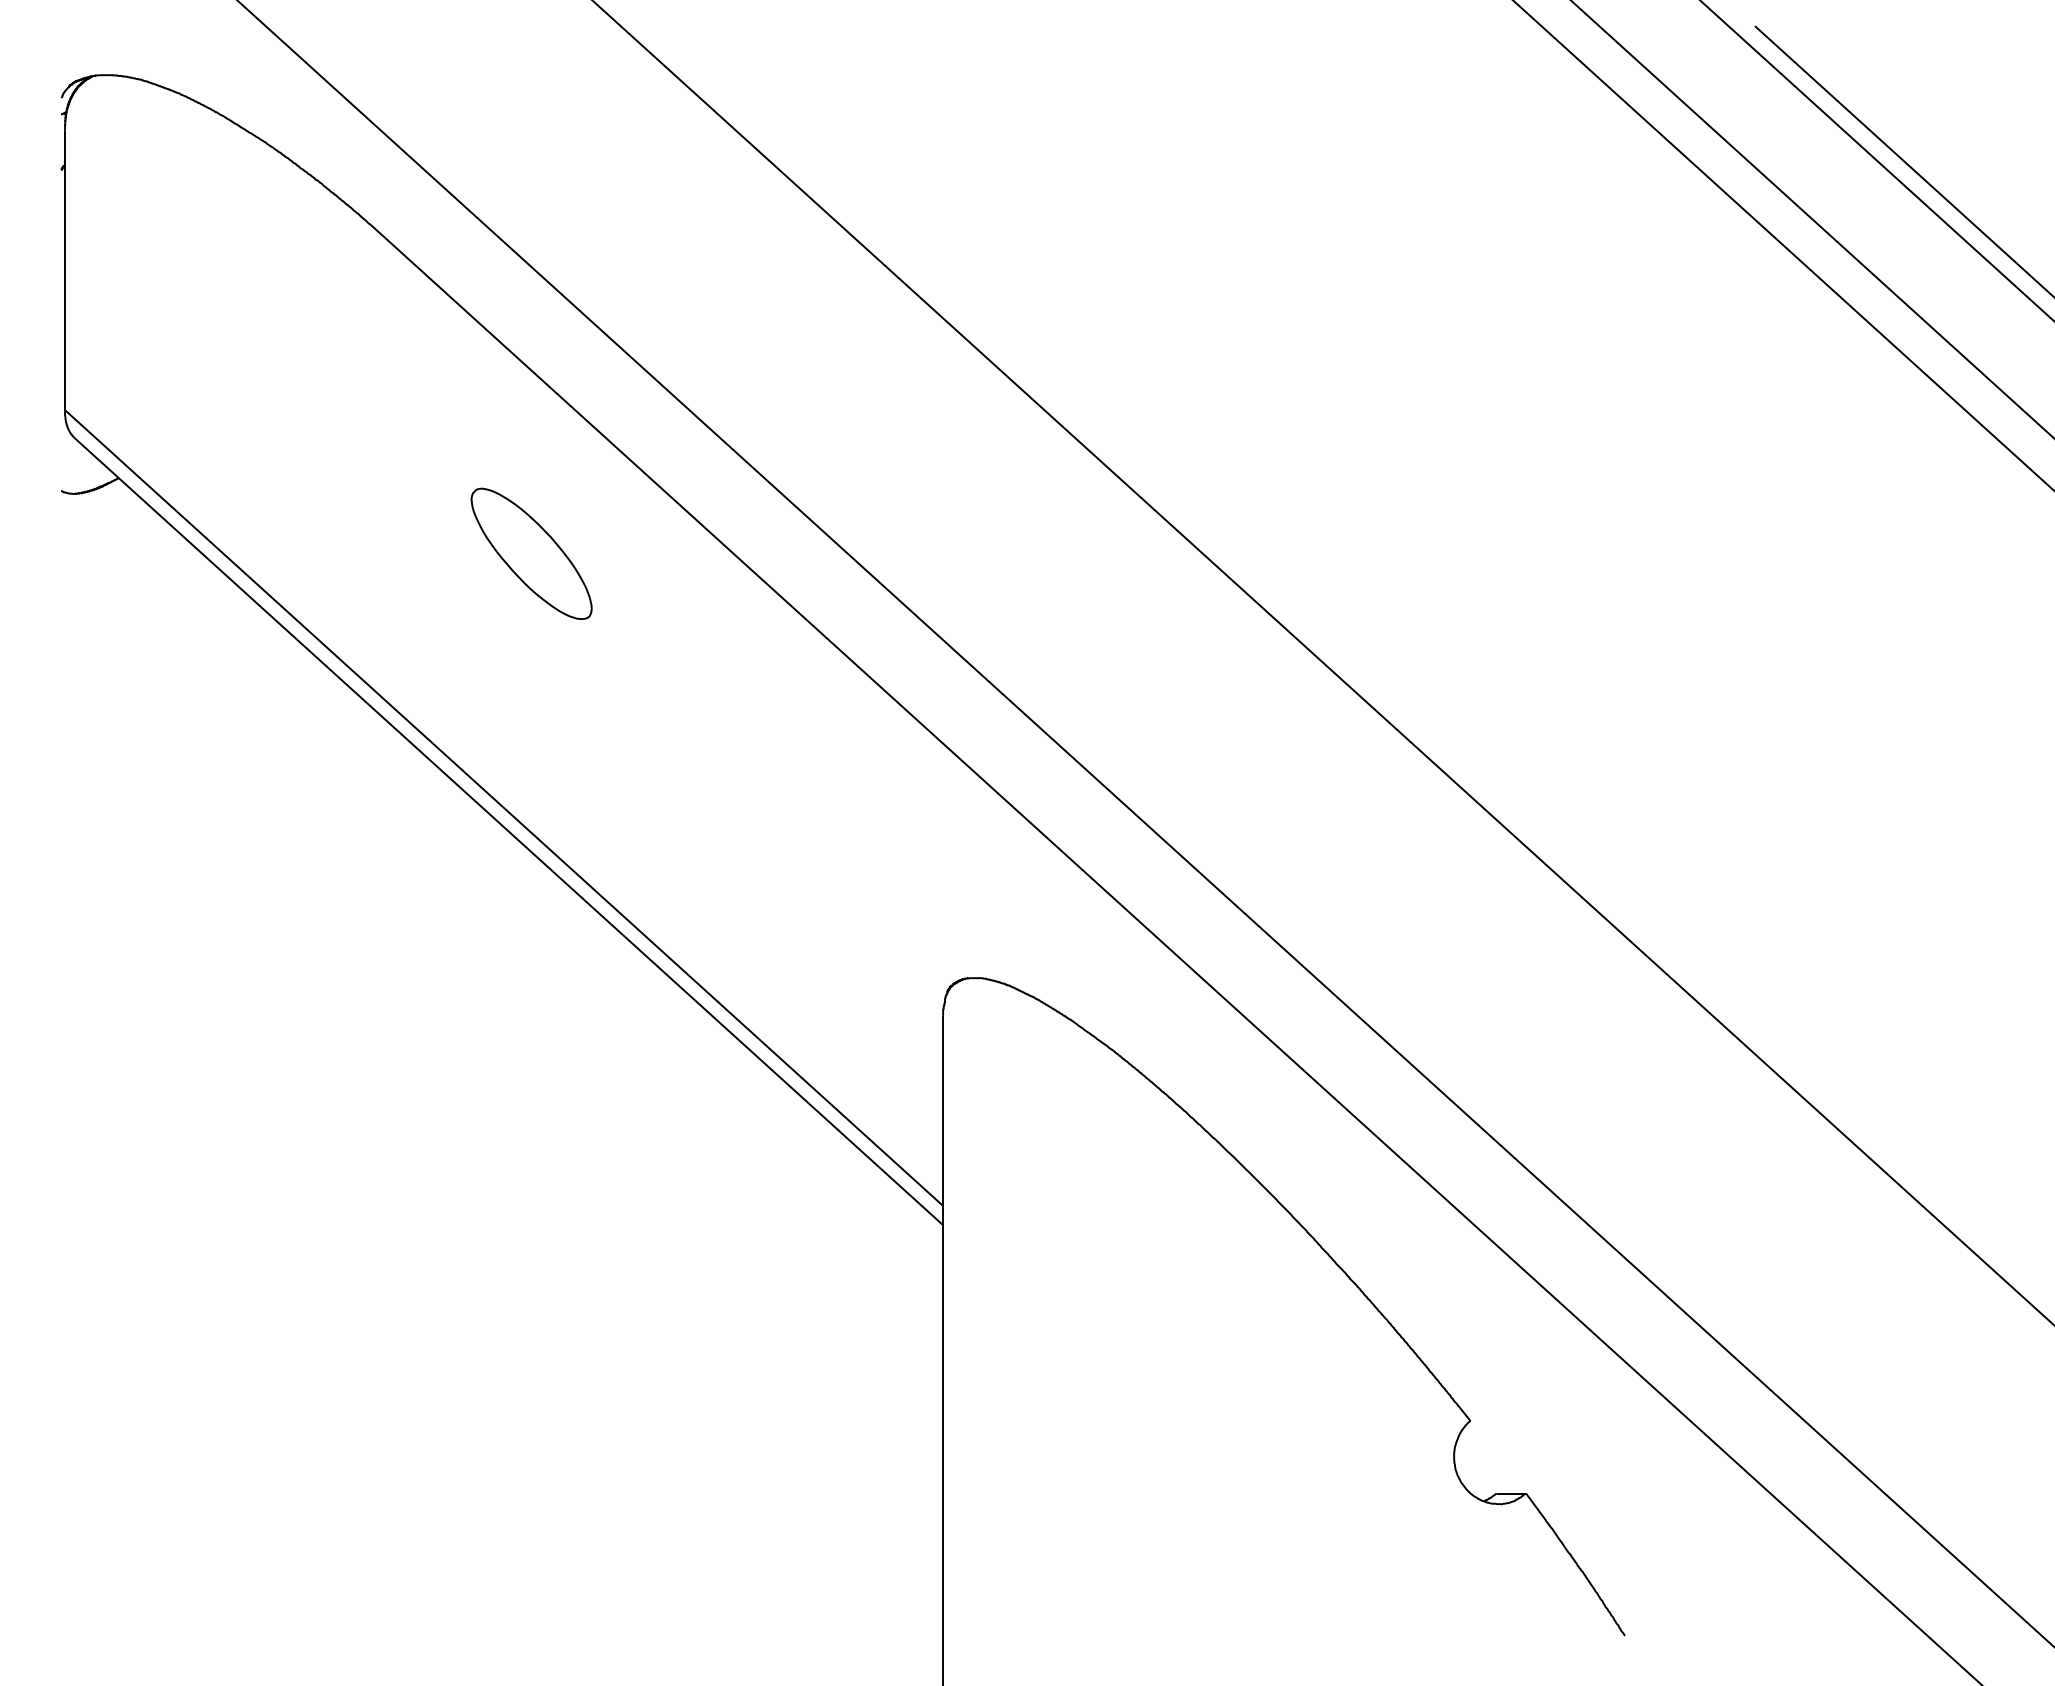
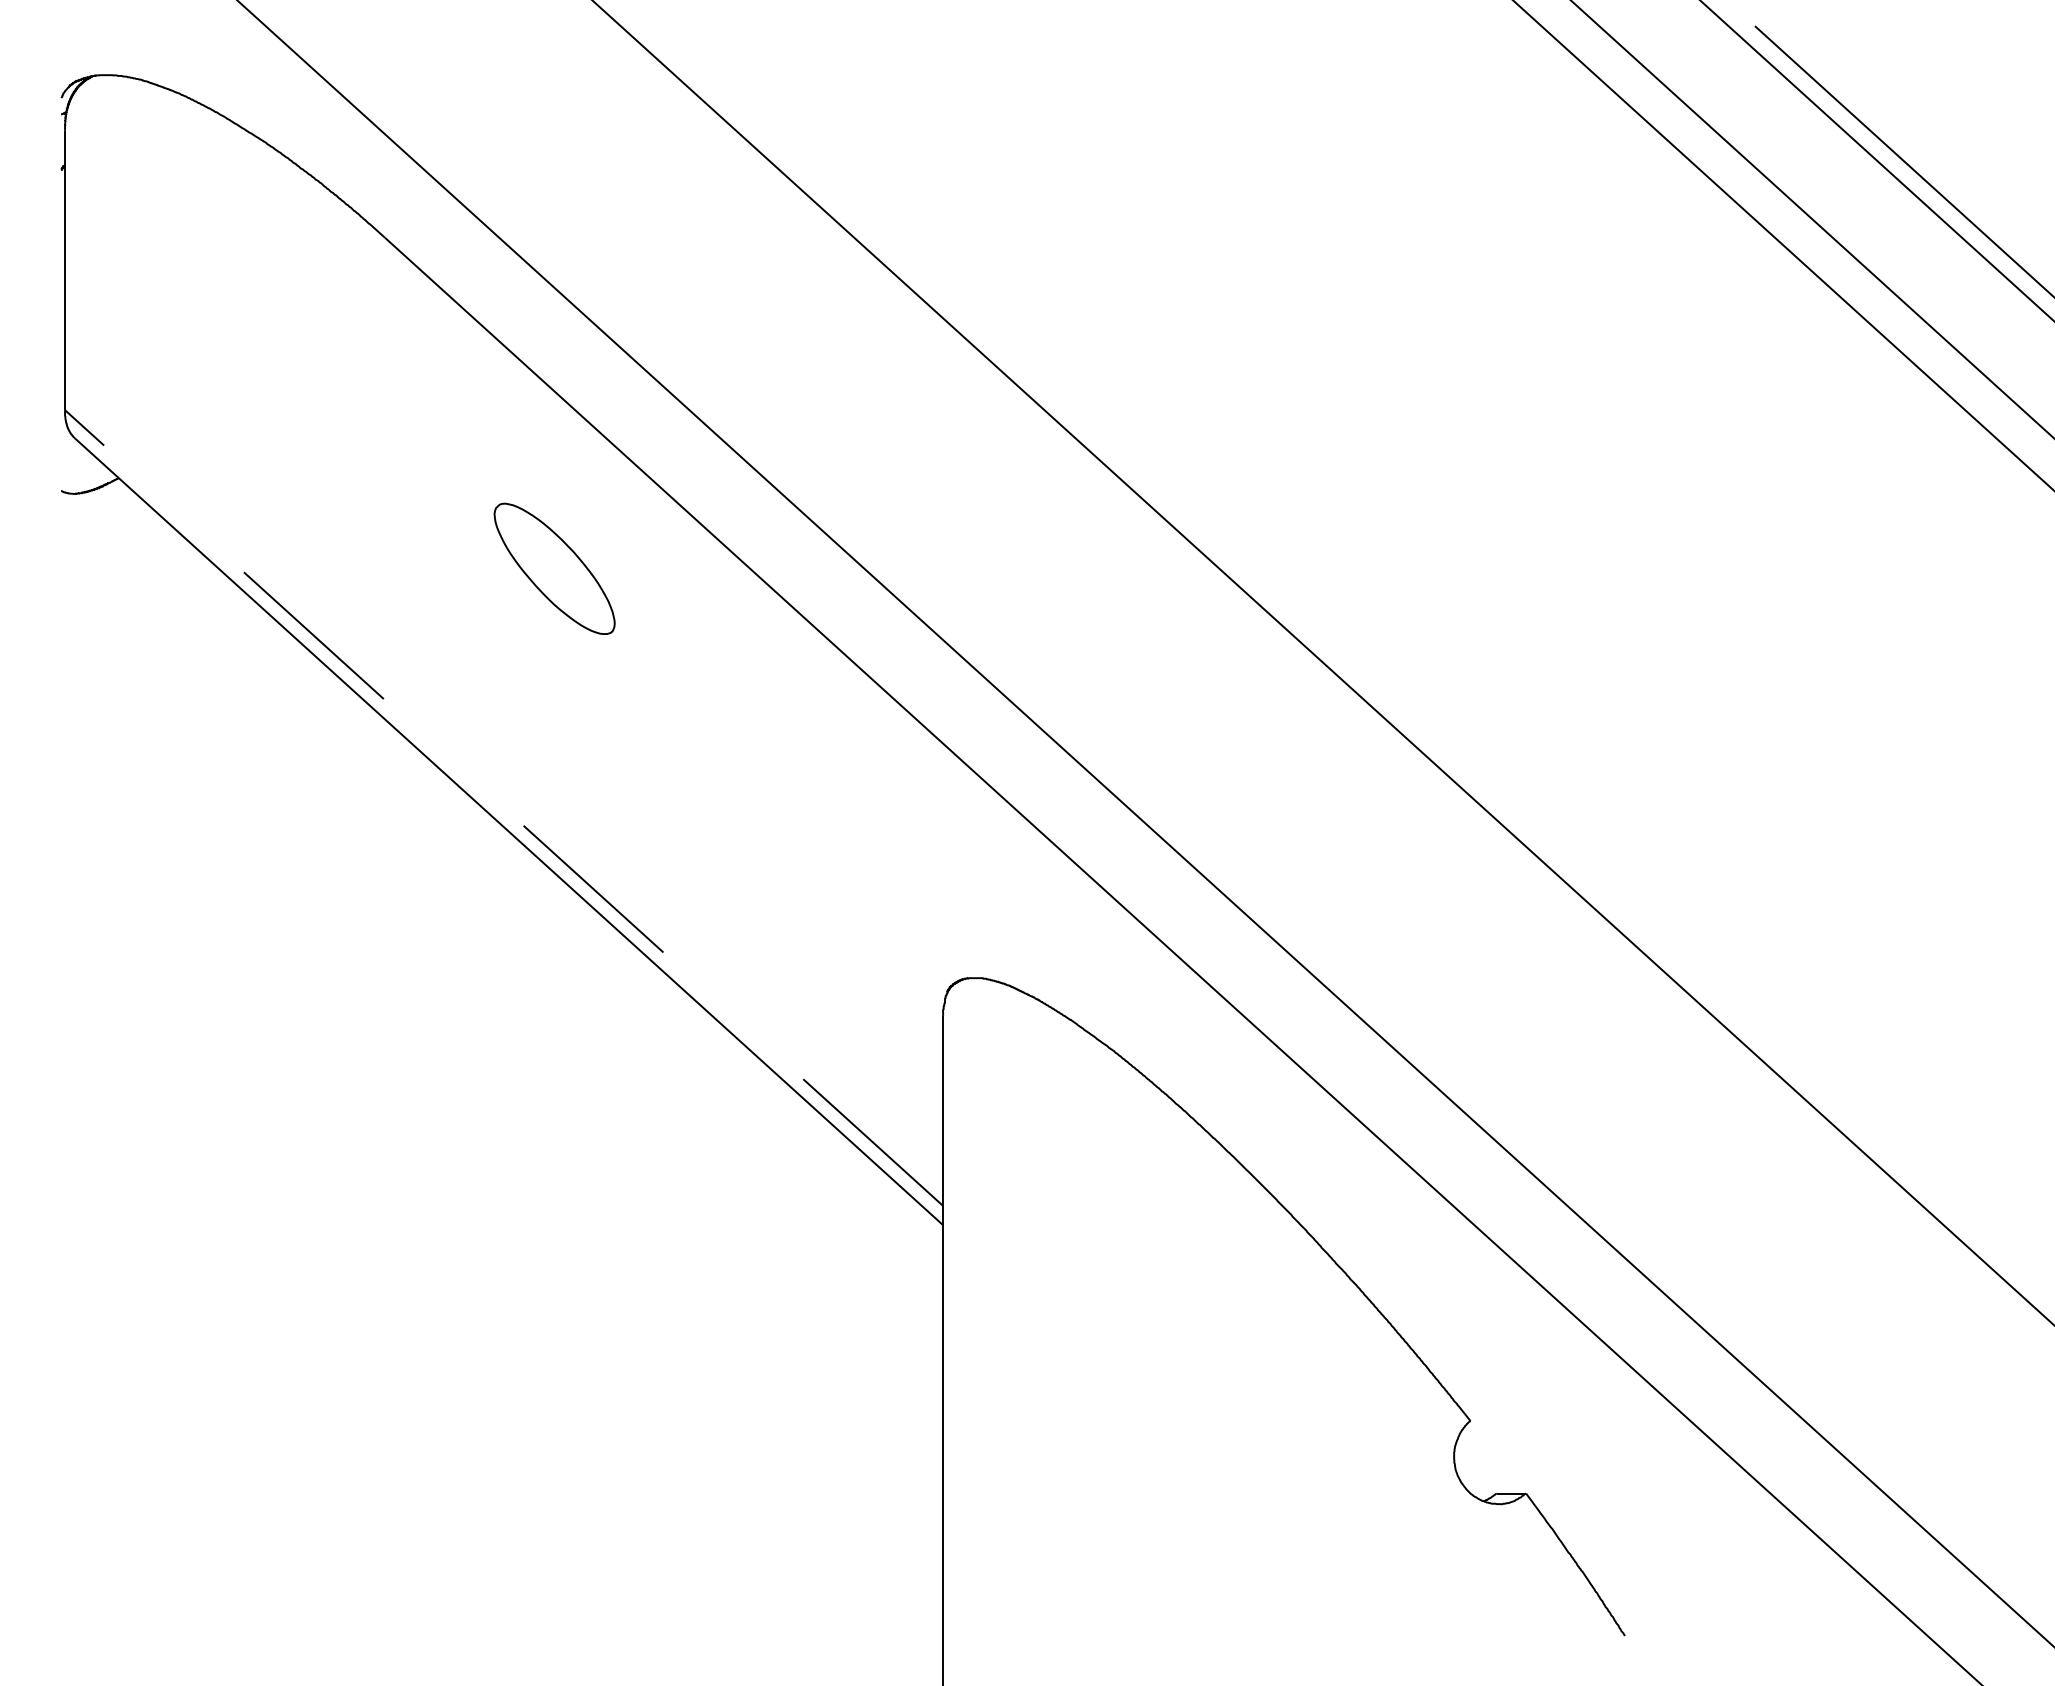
part at (531, 553) position: (531, 553) -> (554, 568)
line at (504, 808): solid -> dashed
